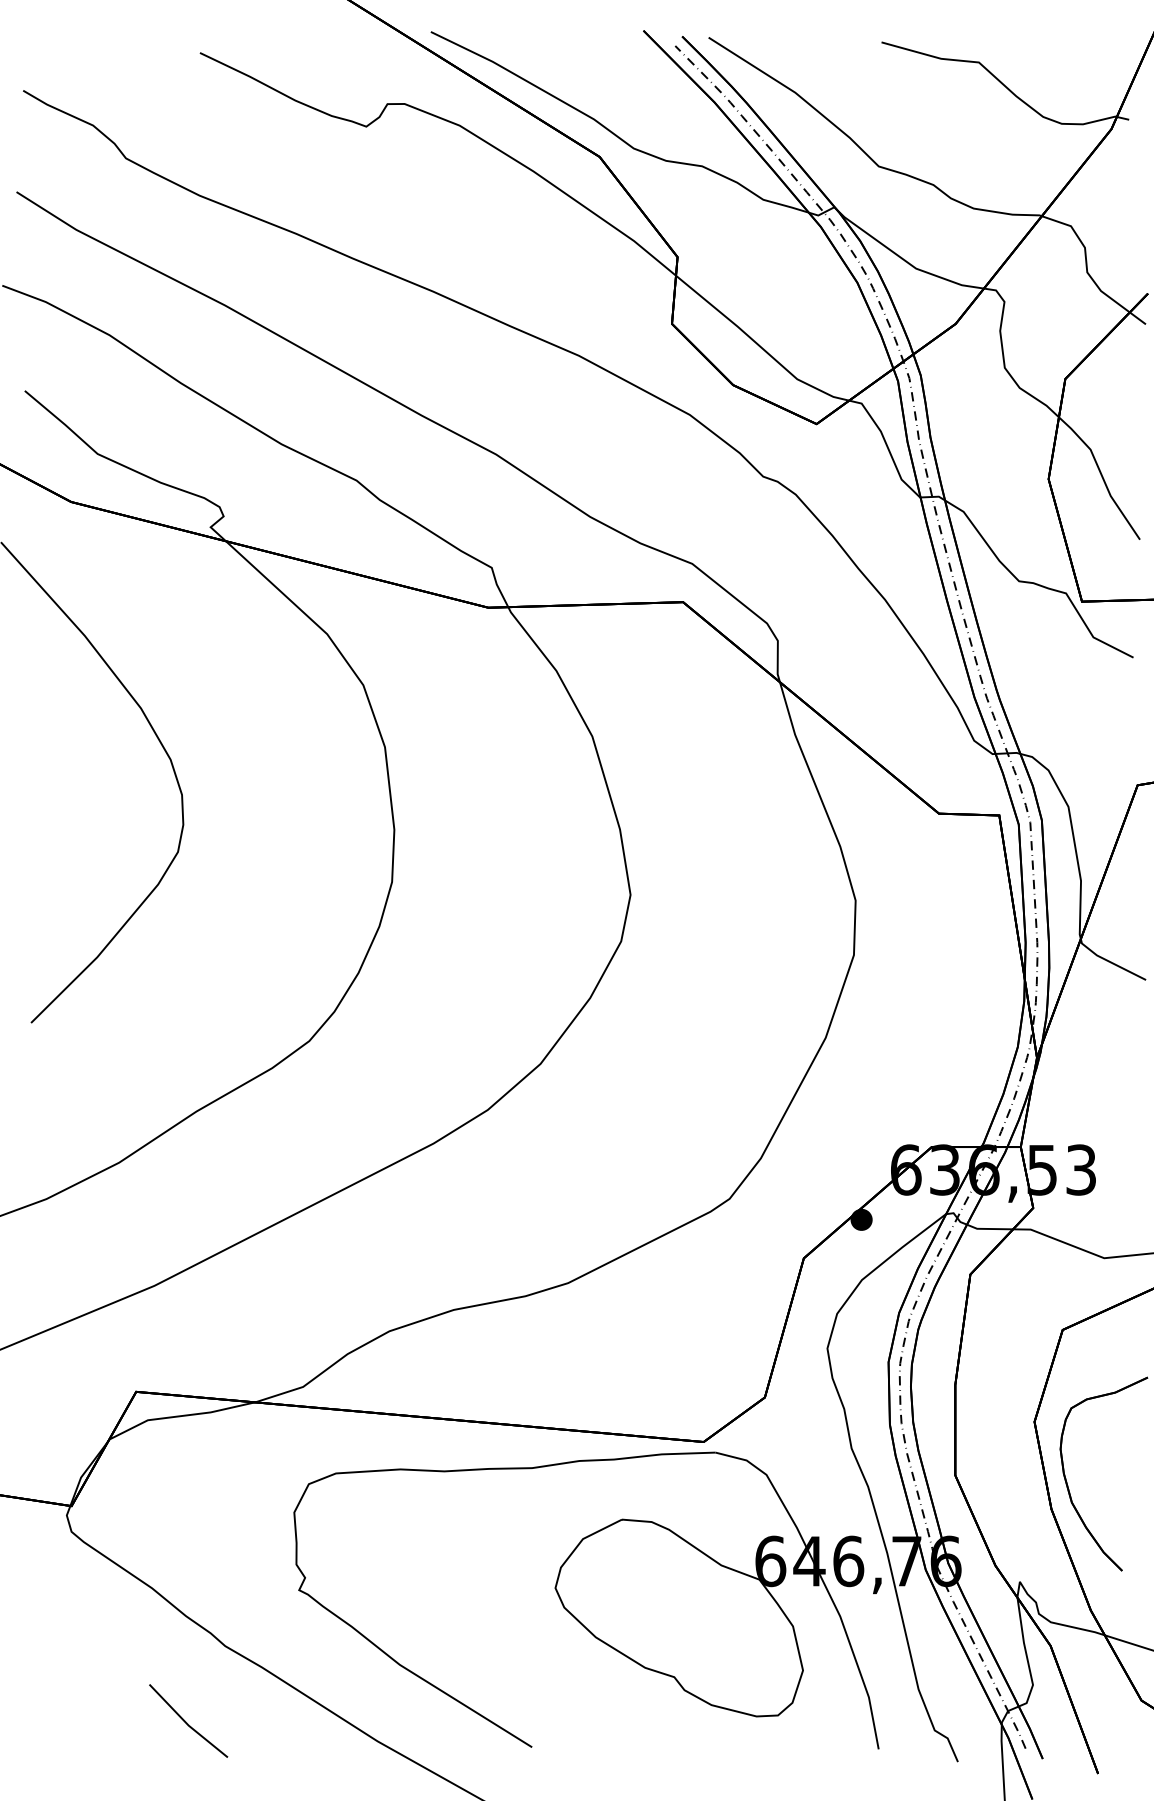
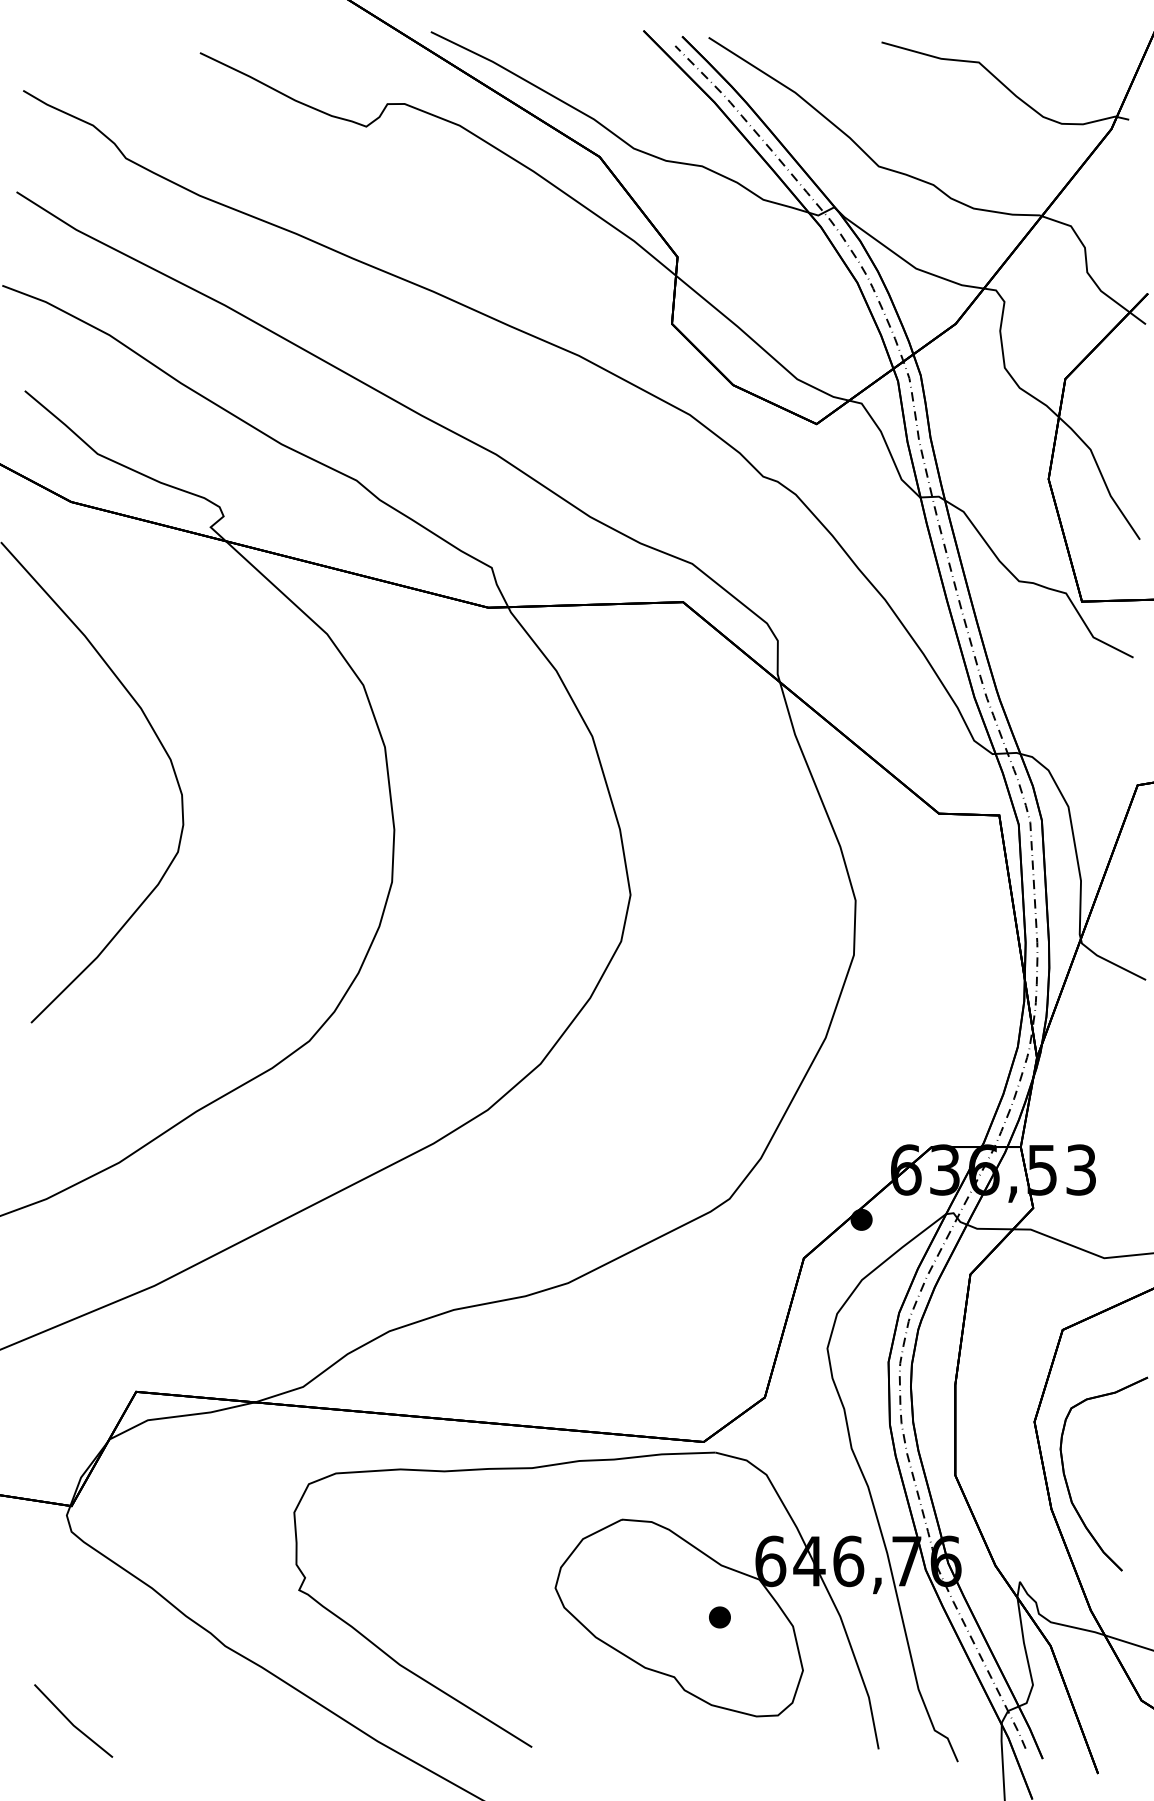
part at (719, 1617): none -> present
line at (186, 1721) position: (186, 1721) -> (71, 1721)
